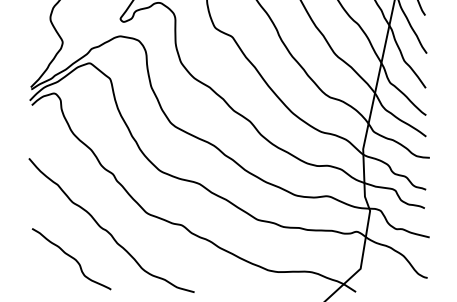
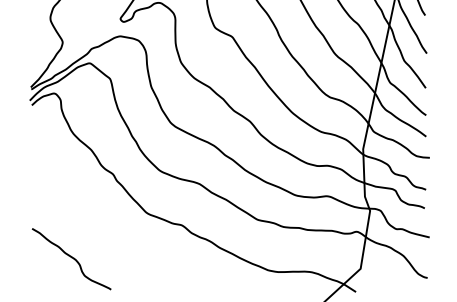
curve at (106, 229): present -> none
